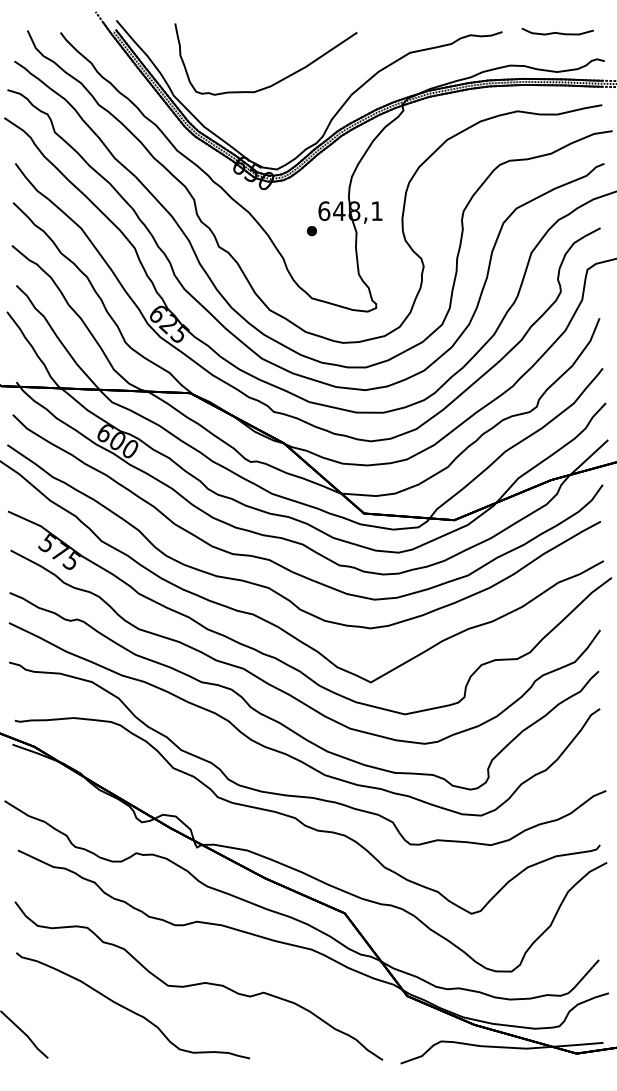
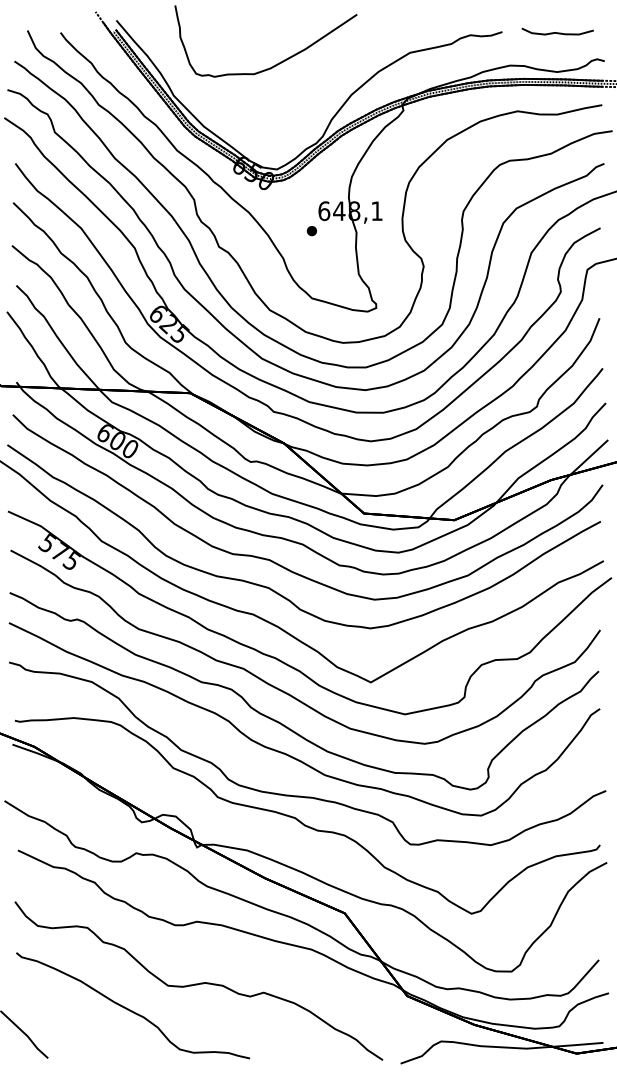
part at (280, 79) position: (280, 79) -> (280, 61)
